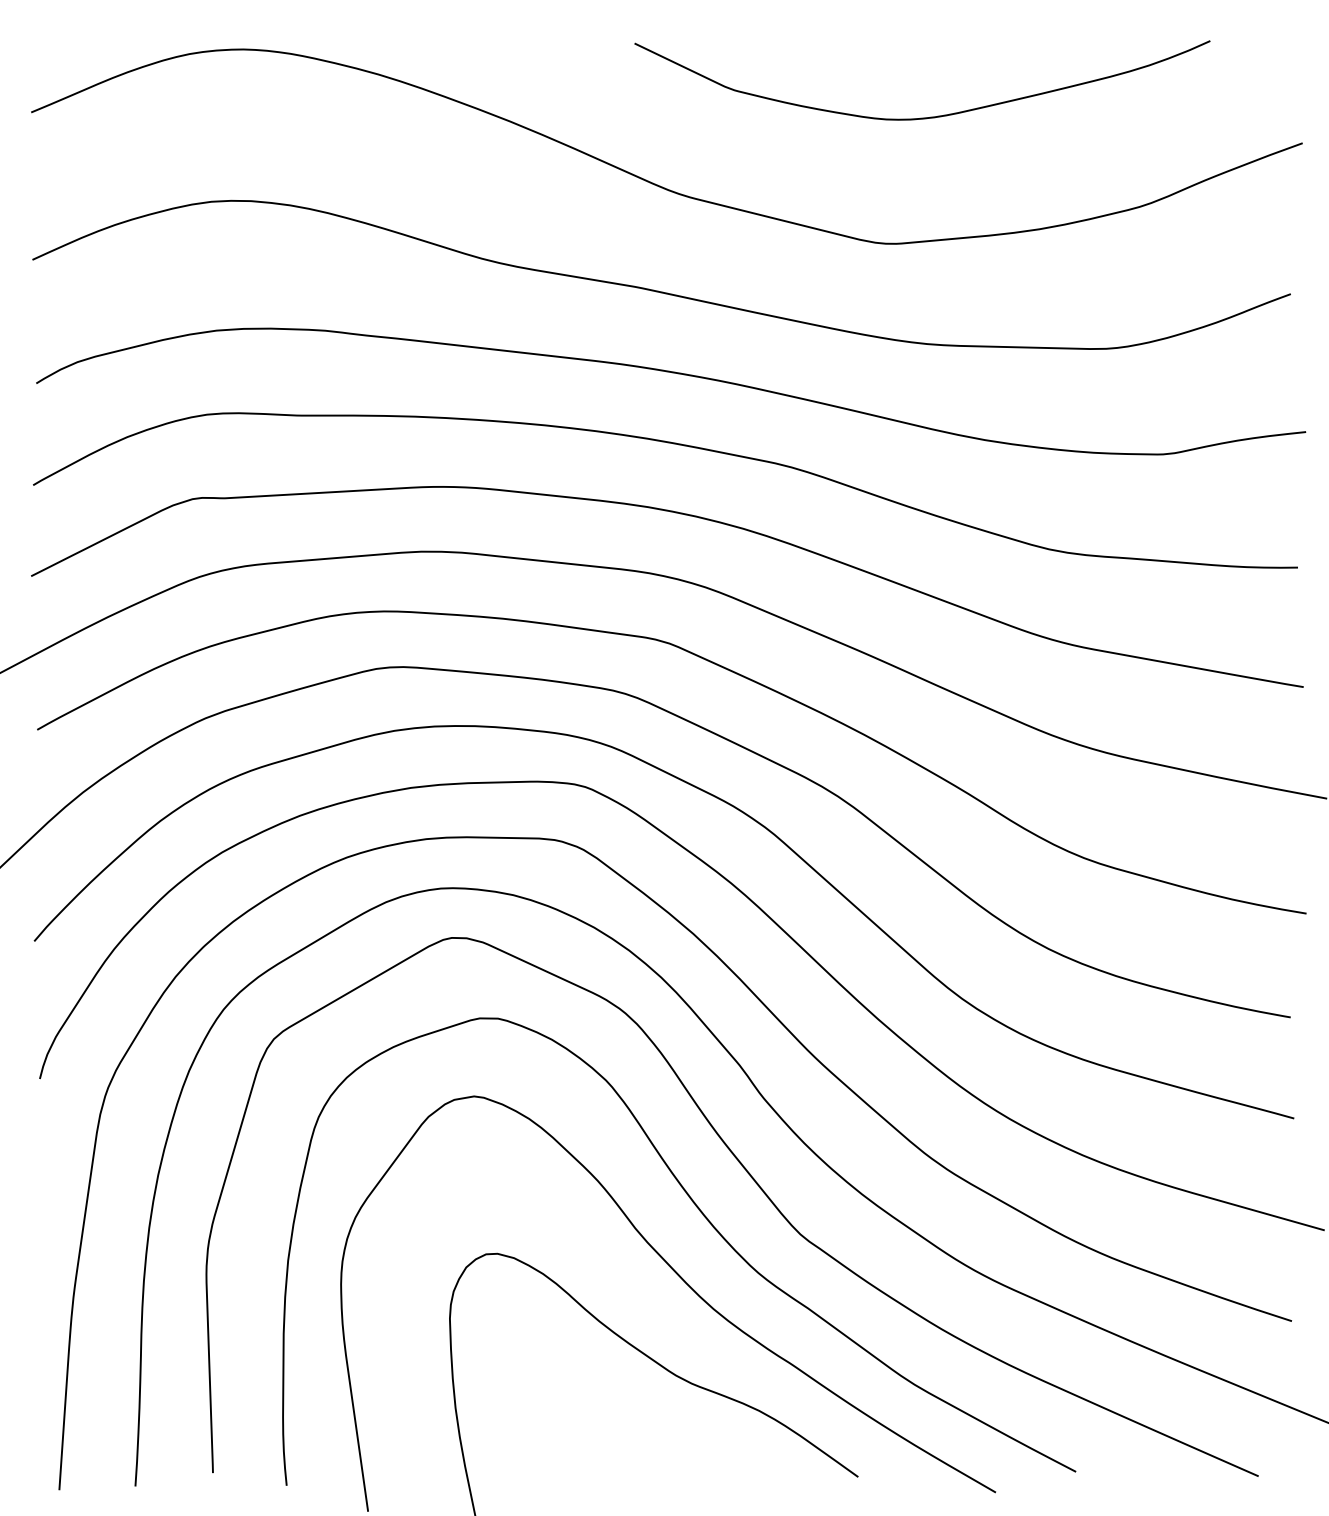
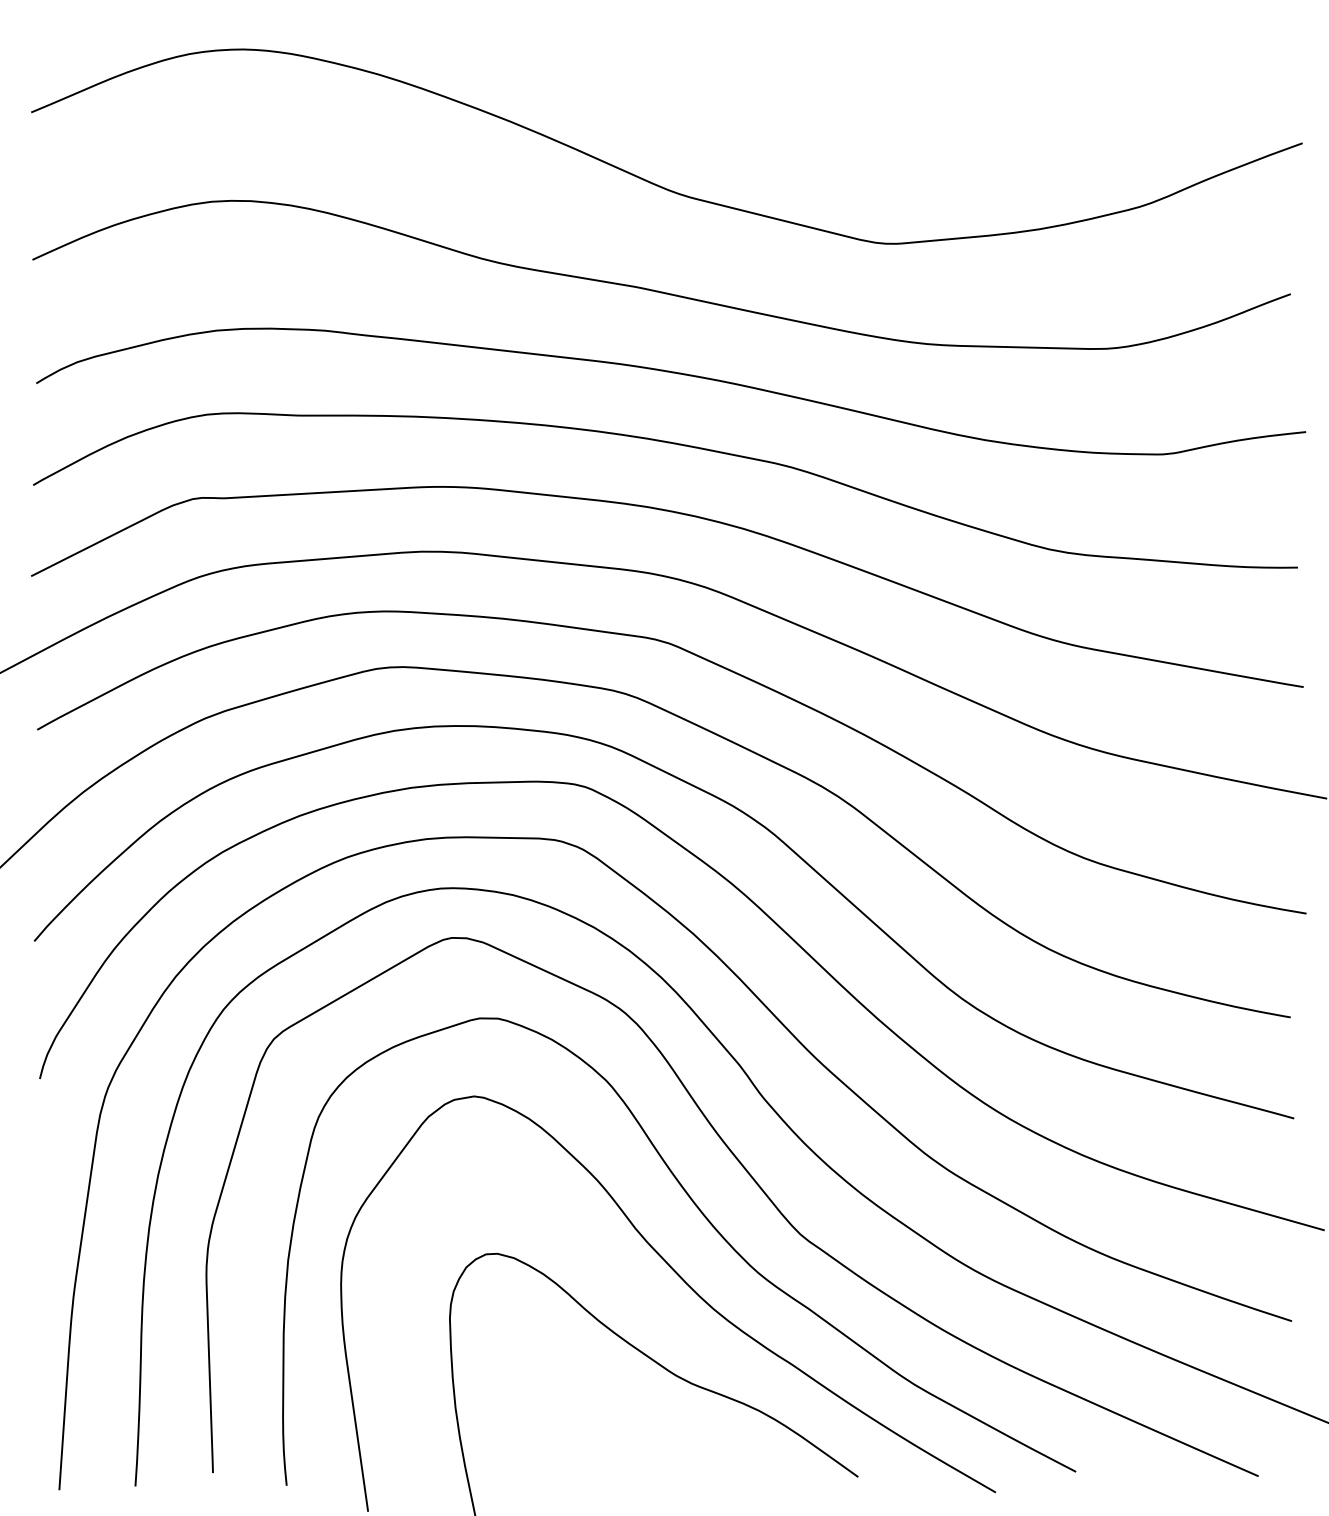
curve at (930, 116): present -> none
